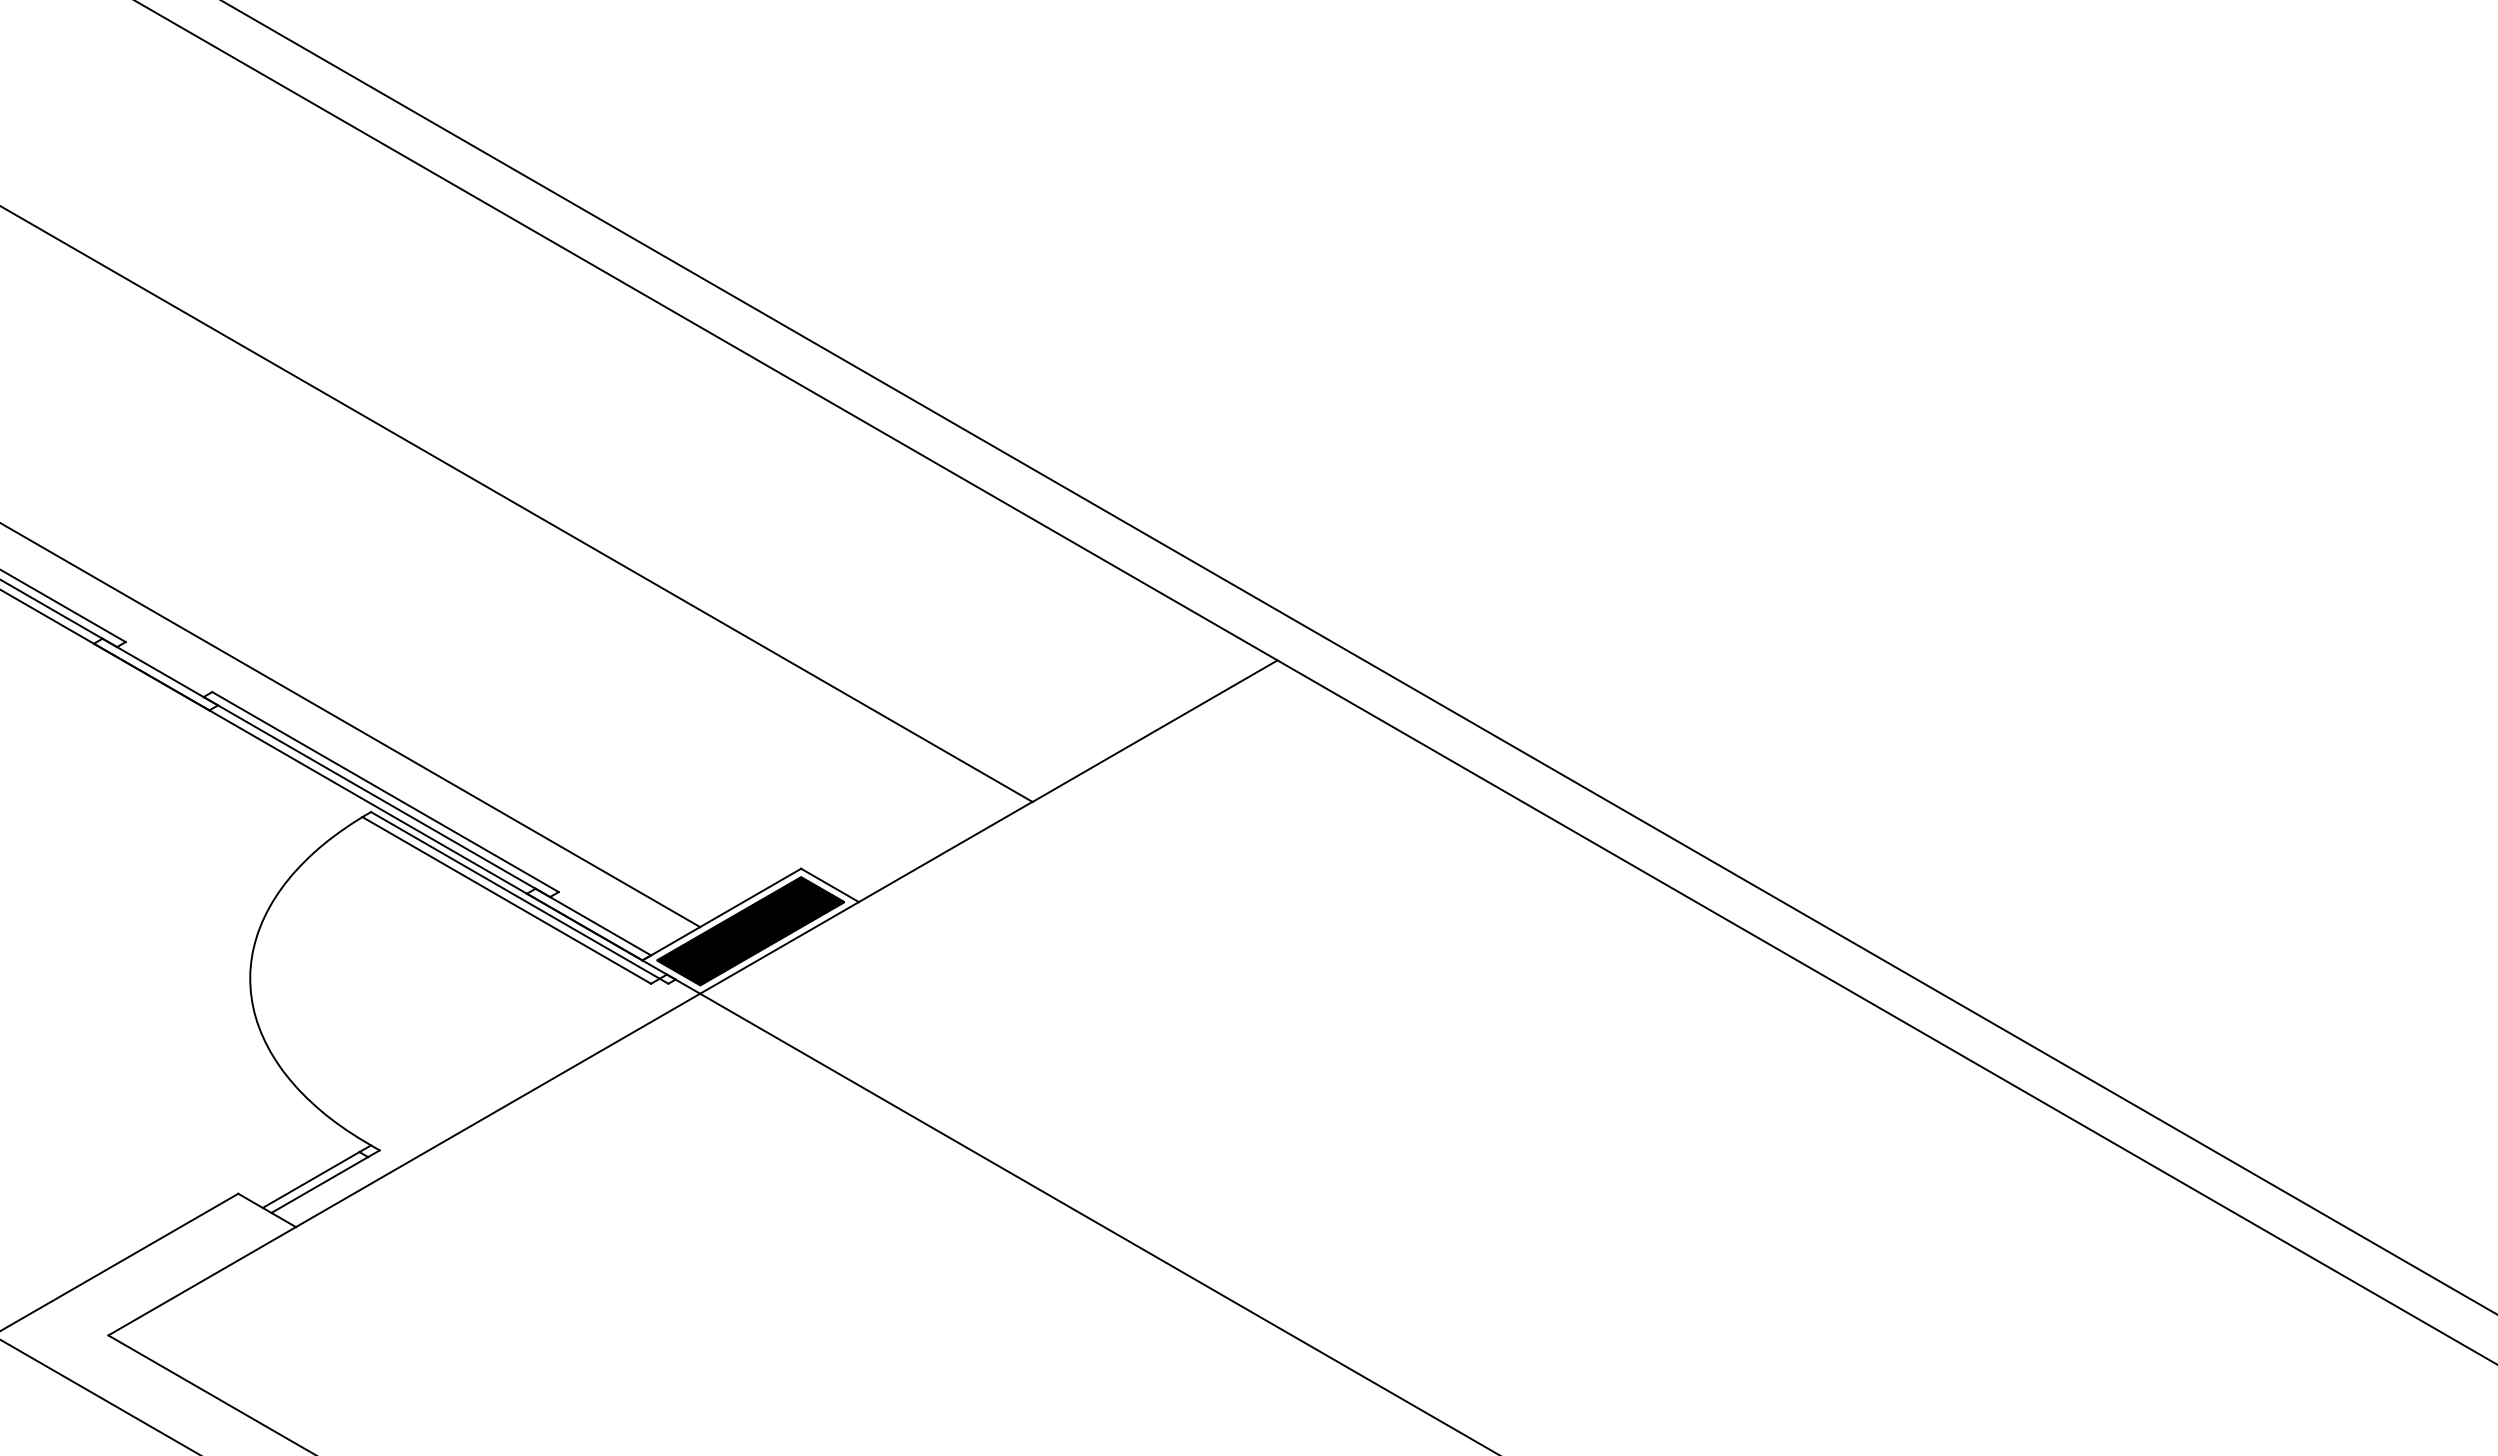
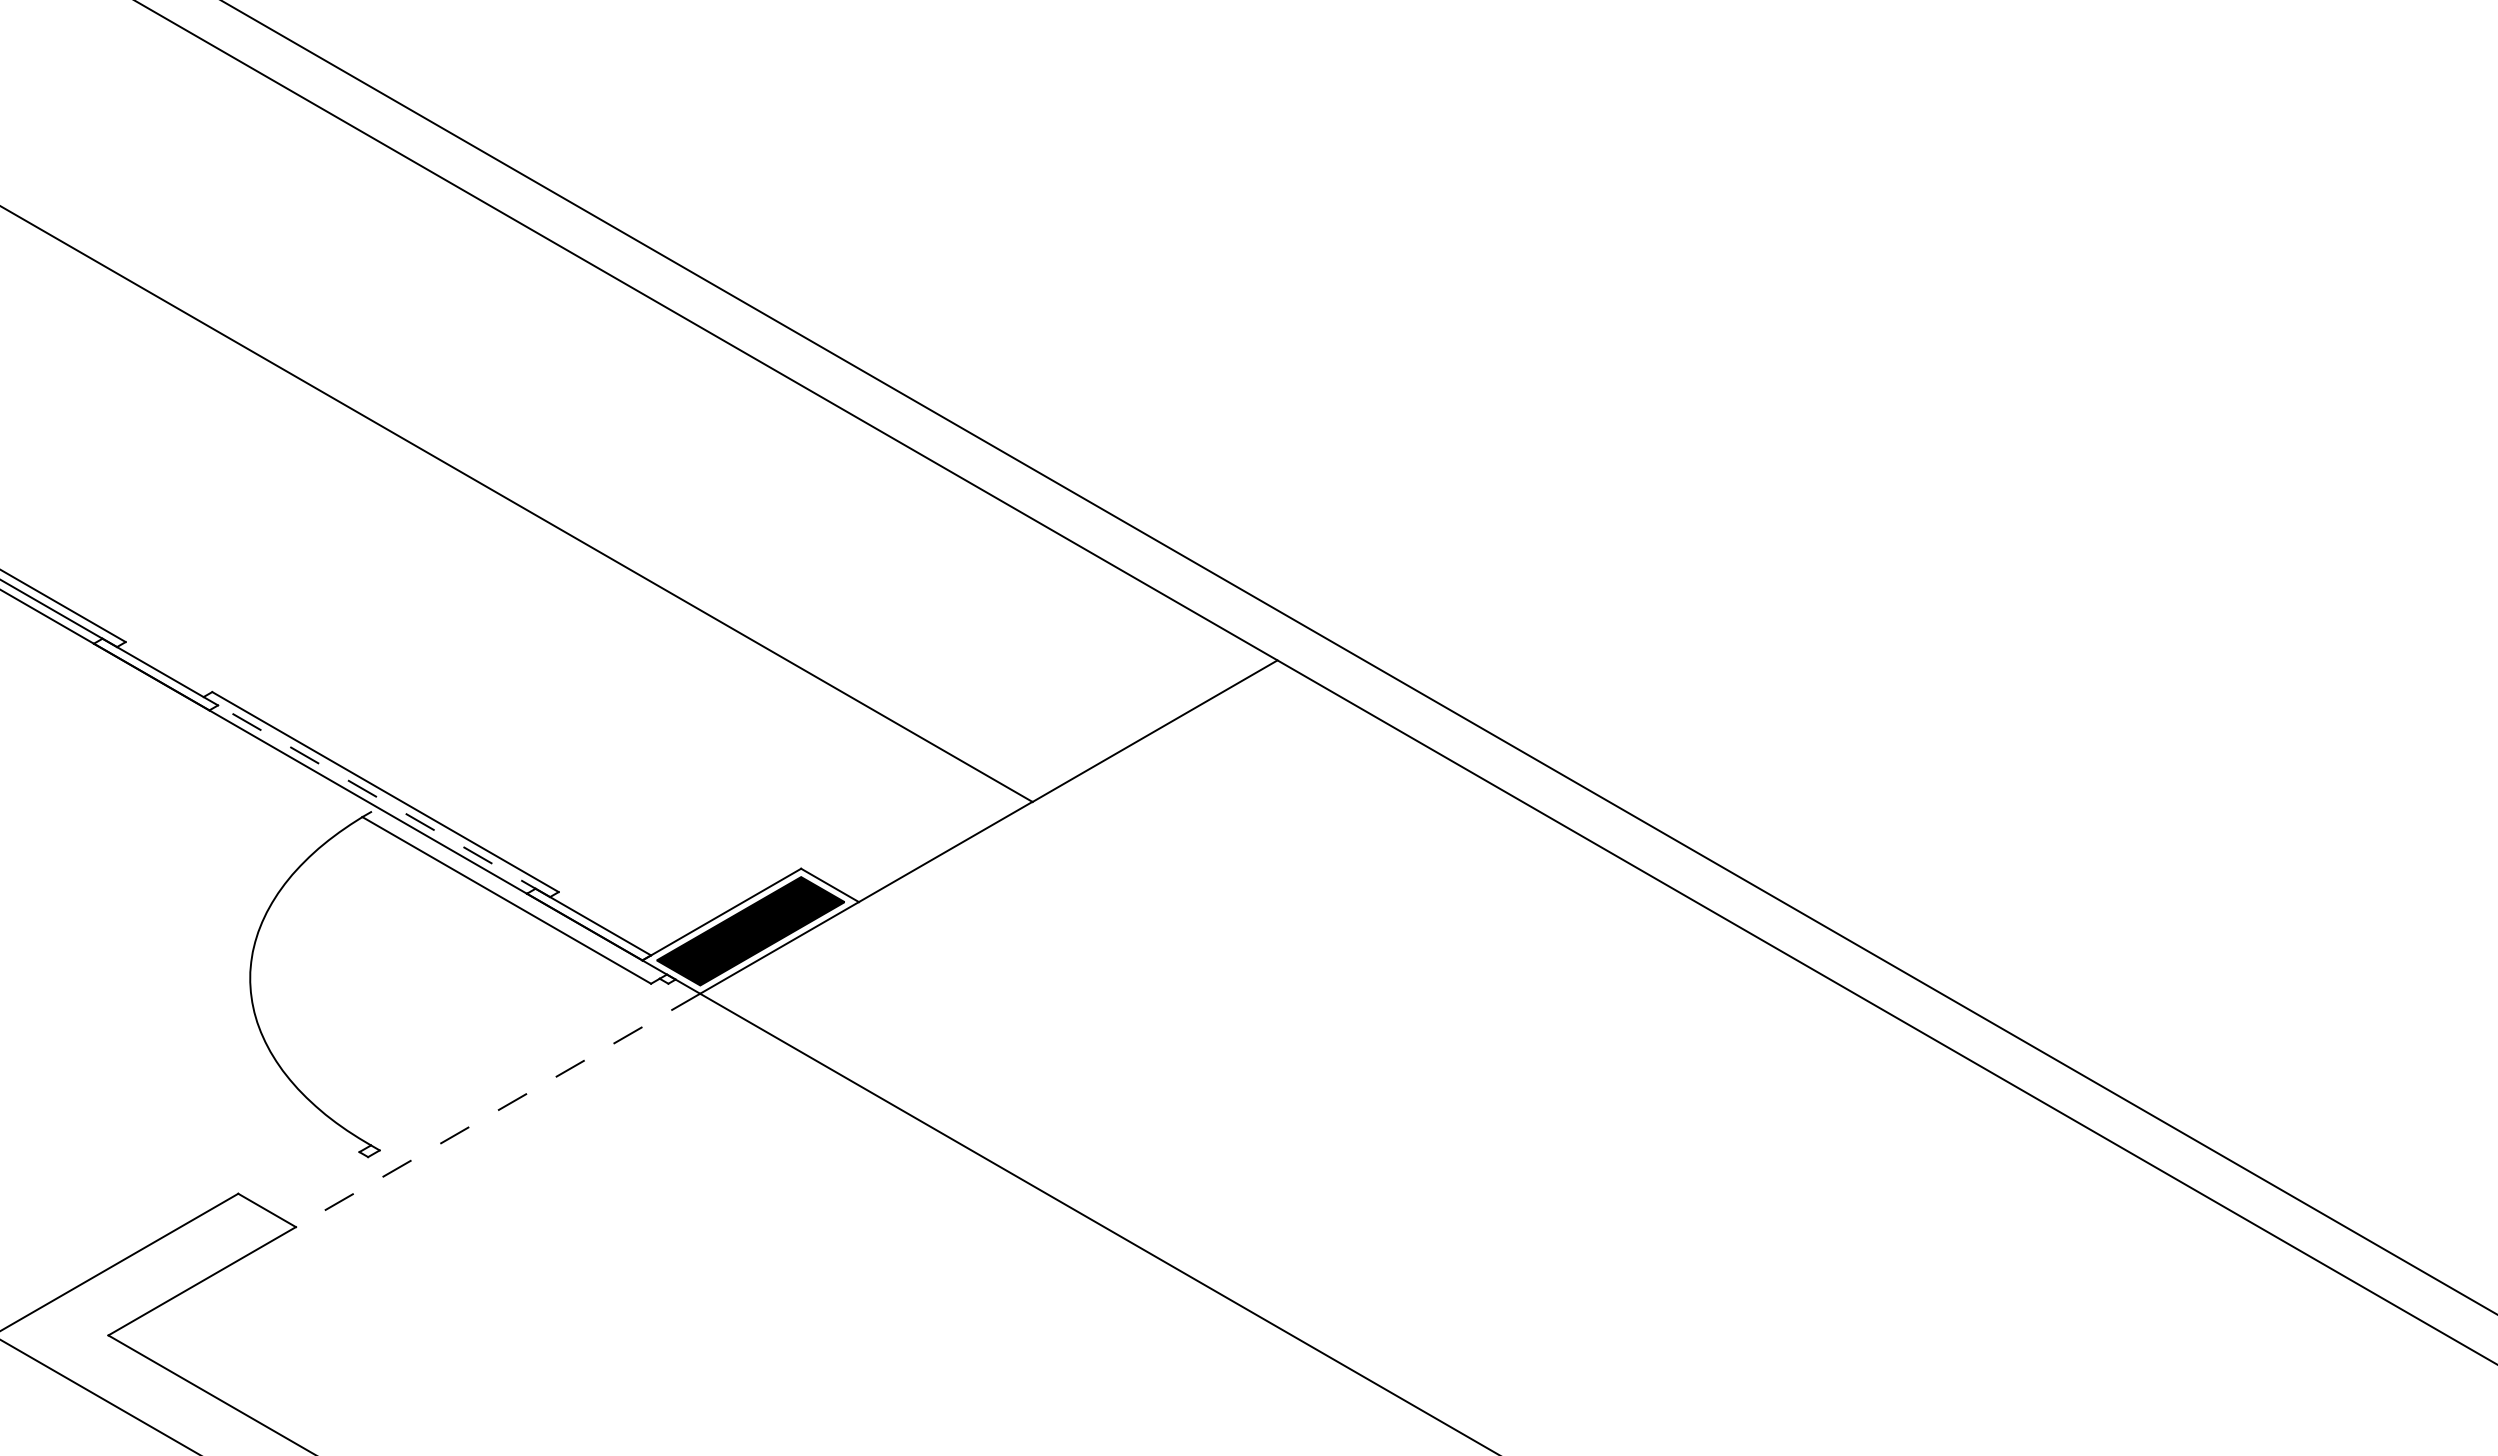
line at (351, 725): present -> none
line at (376, 796): solid -> dashed
line at (515, 895): present -> none
line at (497, 1110): solid -> dashed
line at (310, 1179): present -> none
line at (319, 1184): present -> none
